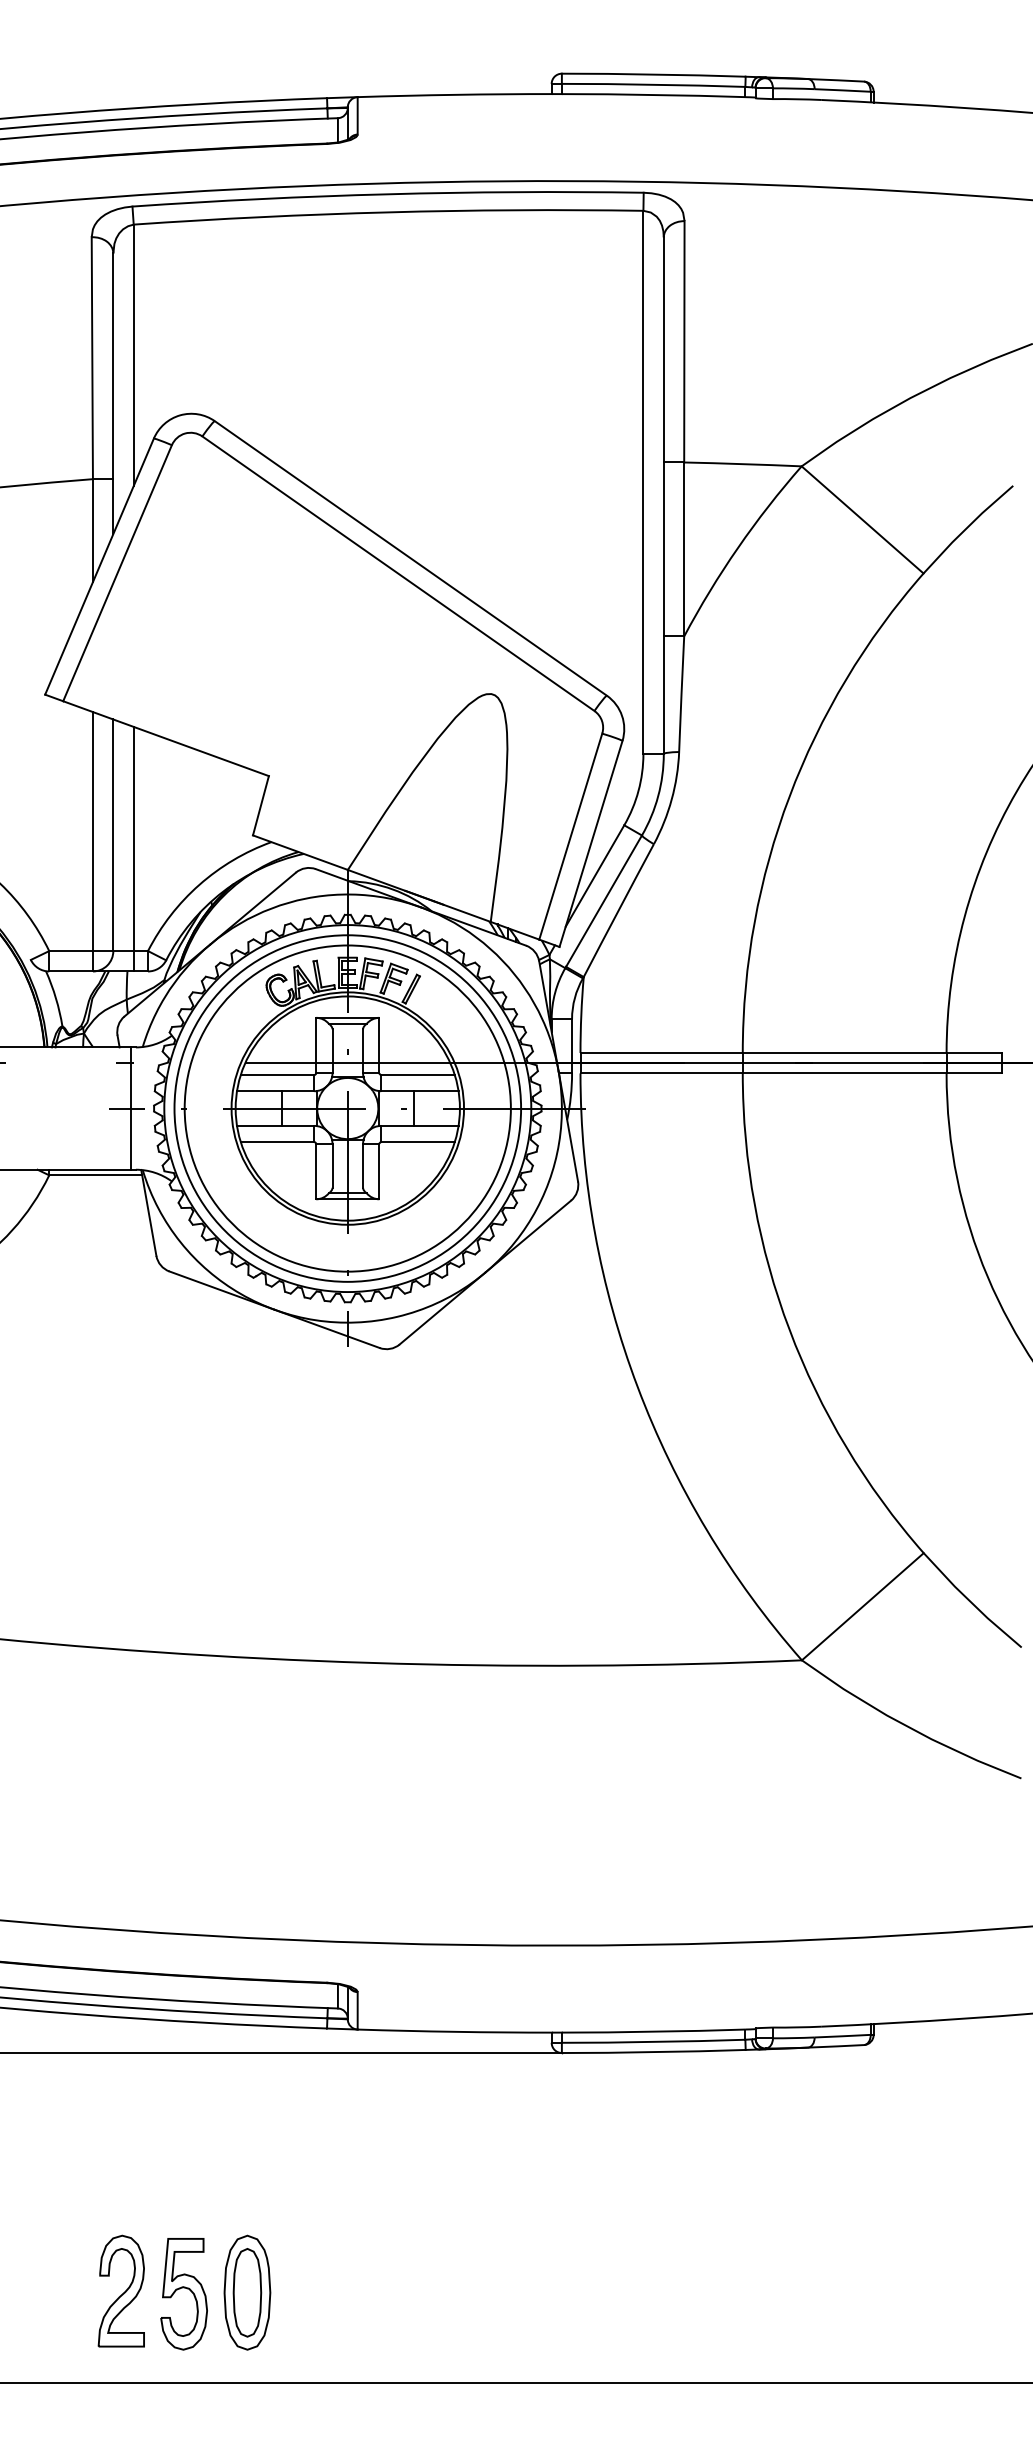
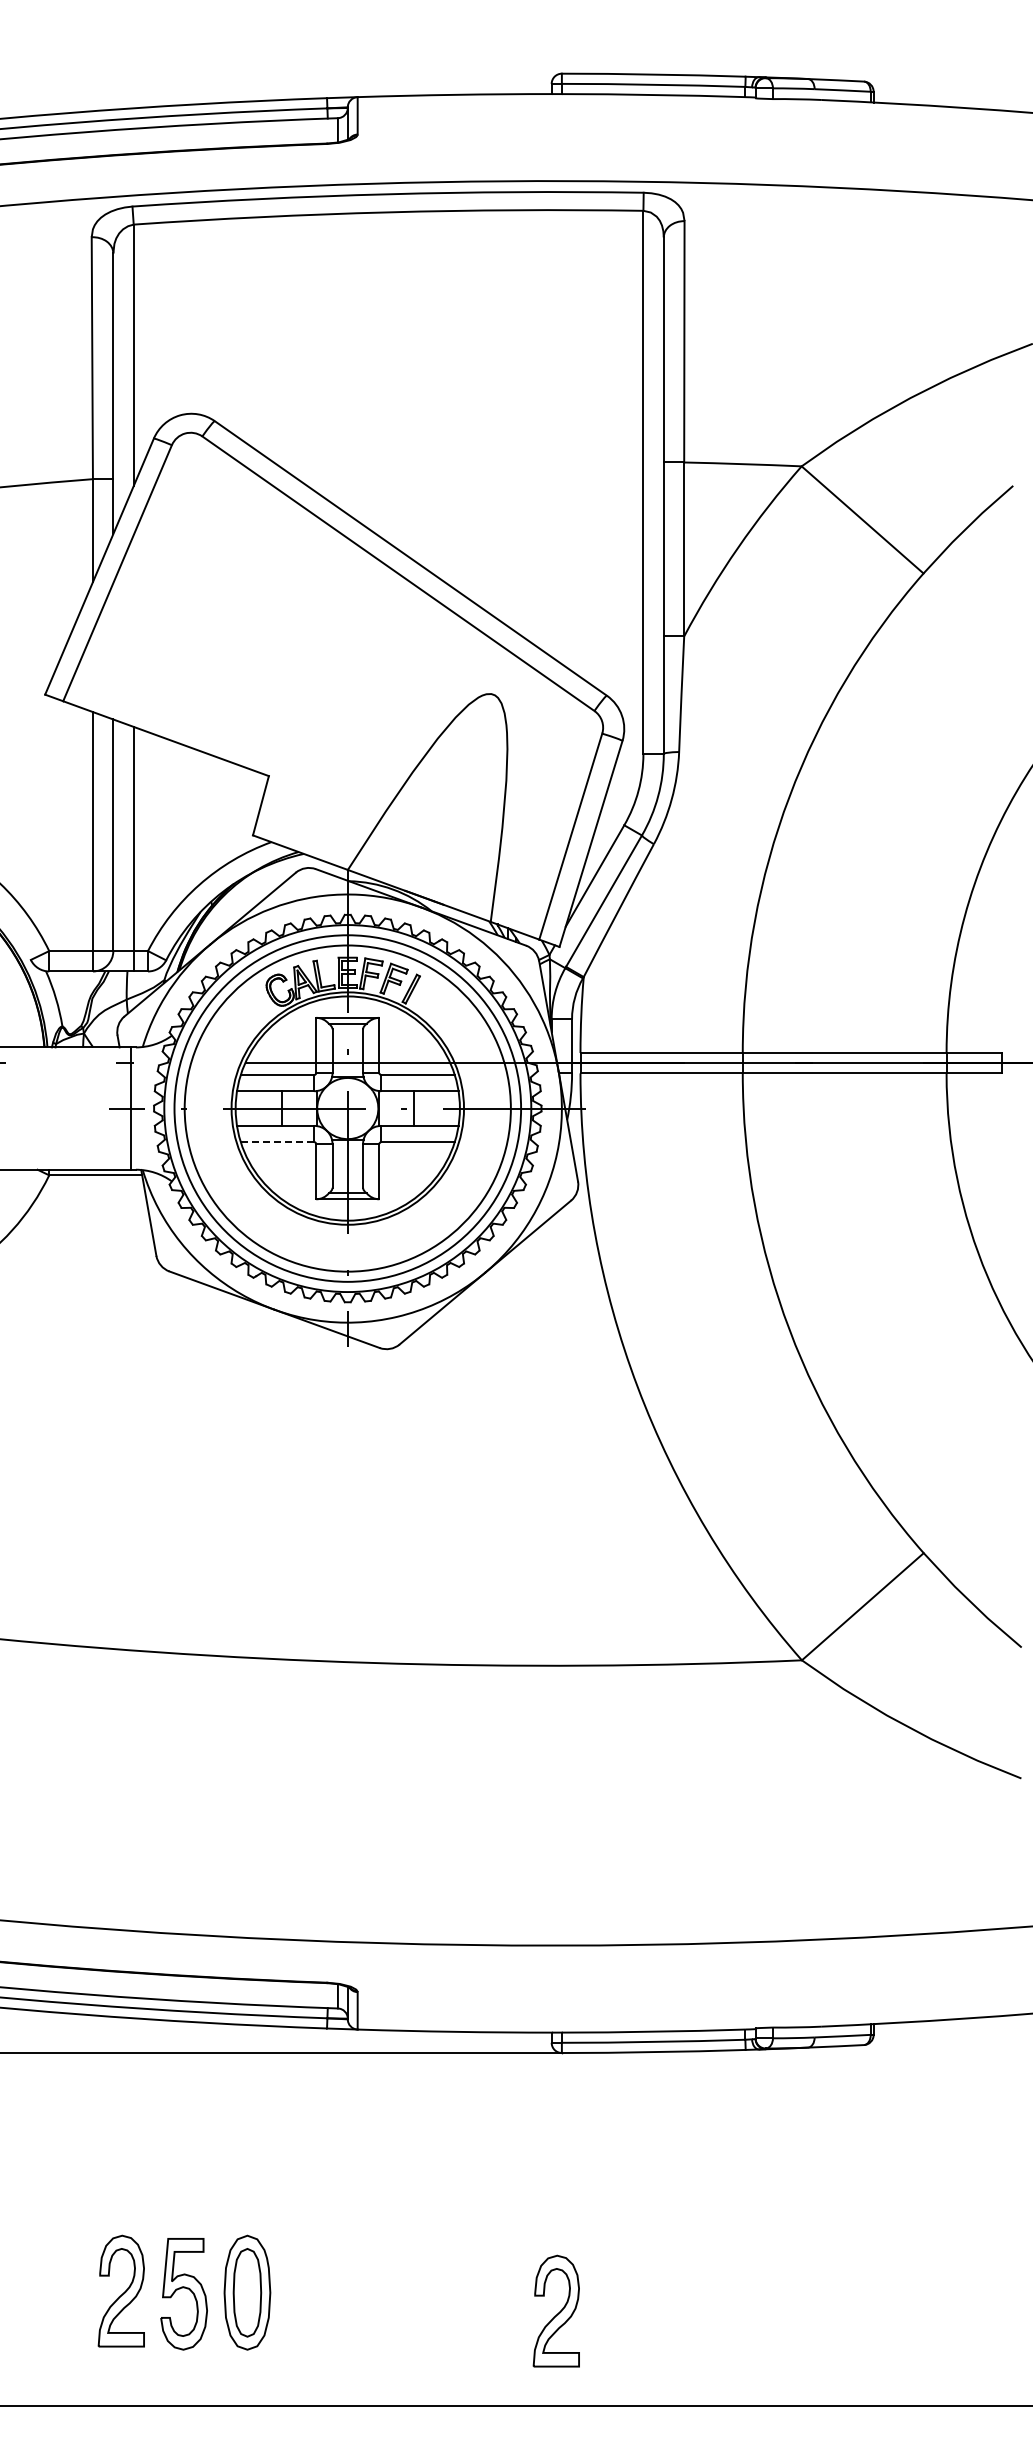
line at (277, 1142): solid -> dashed
part at (555, 2310): none -> present
line at (515, 2383) position: (515, 2383) -> (515, 2406)
